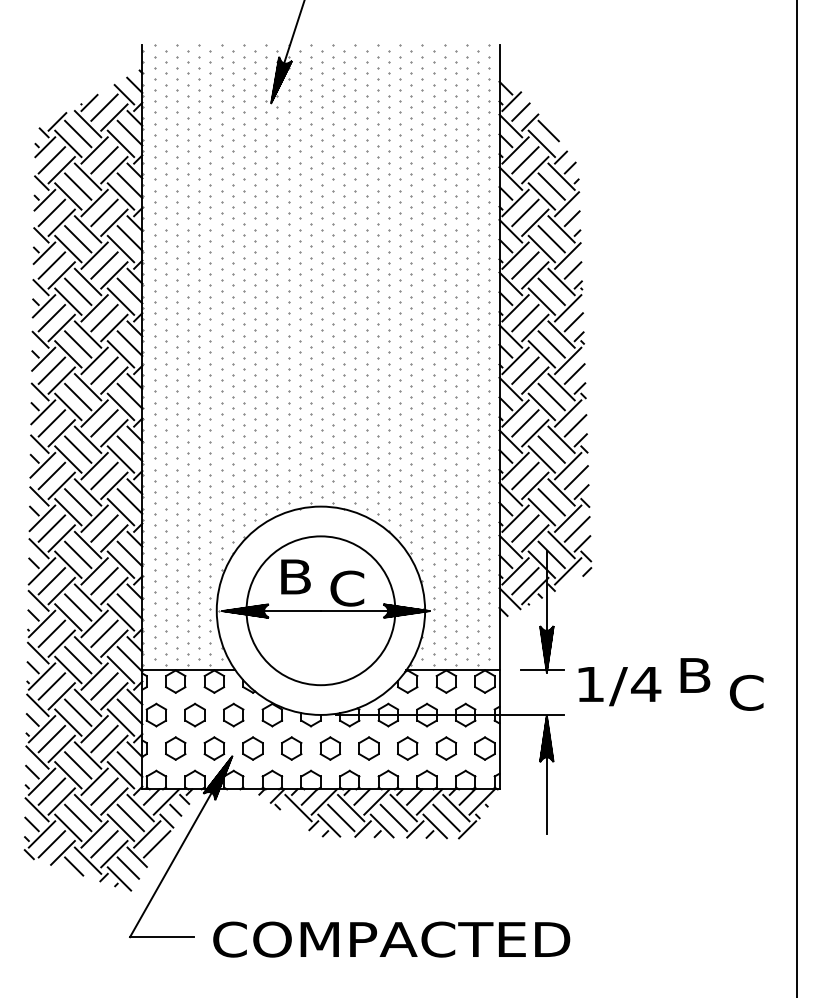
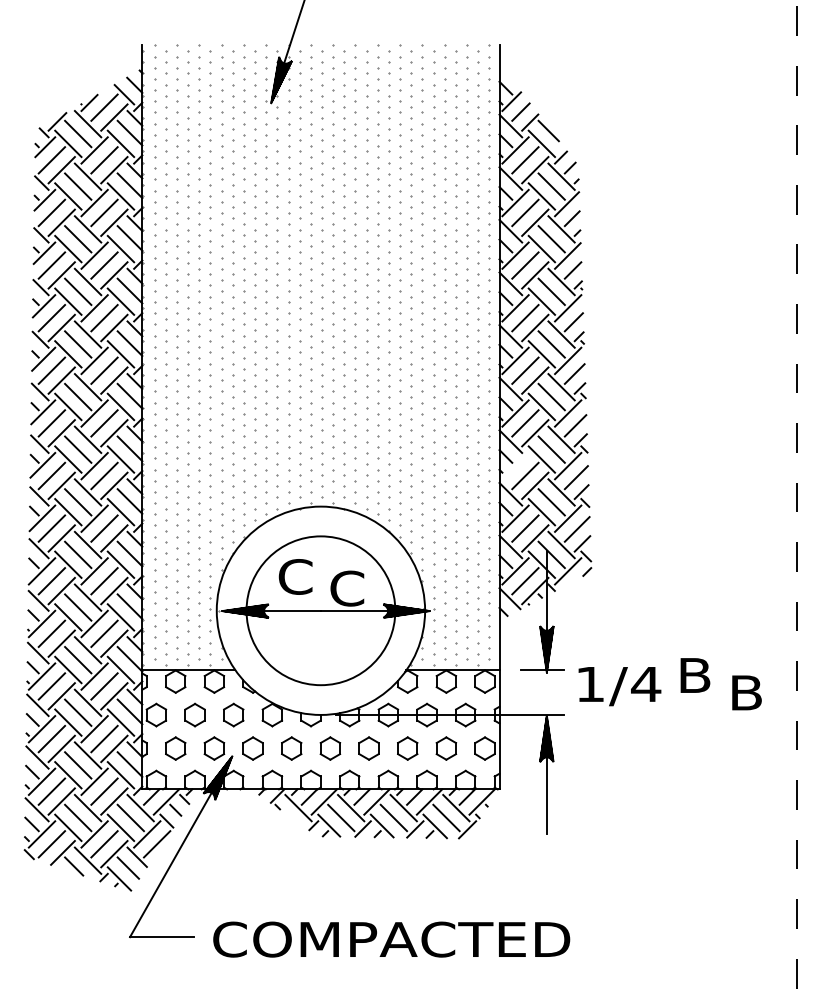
line at (515, 465): present -> none
line at (797, 498): solid -> dashed
text at (295, 576): B -> C
text at (746, 692): C -> B
